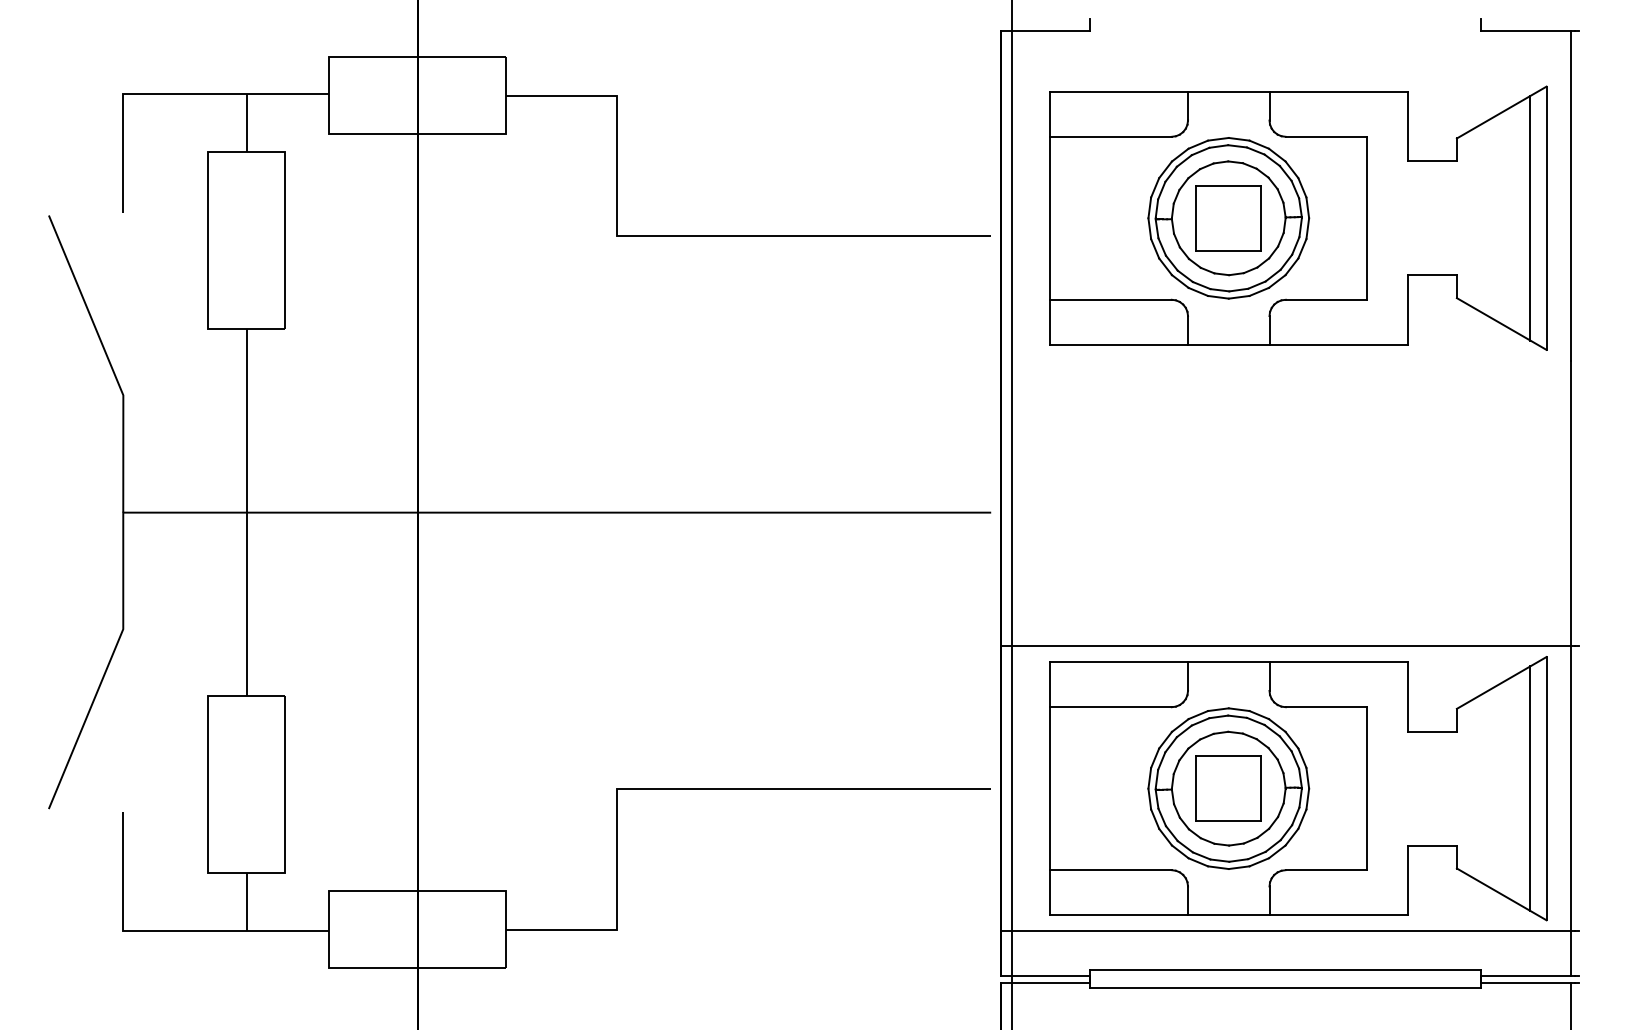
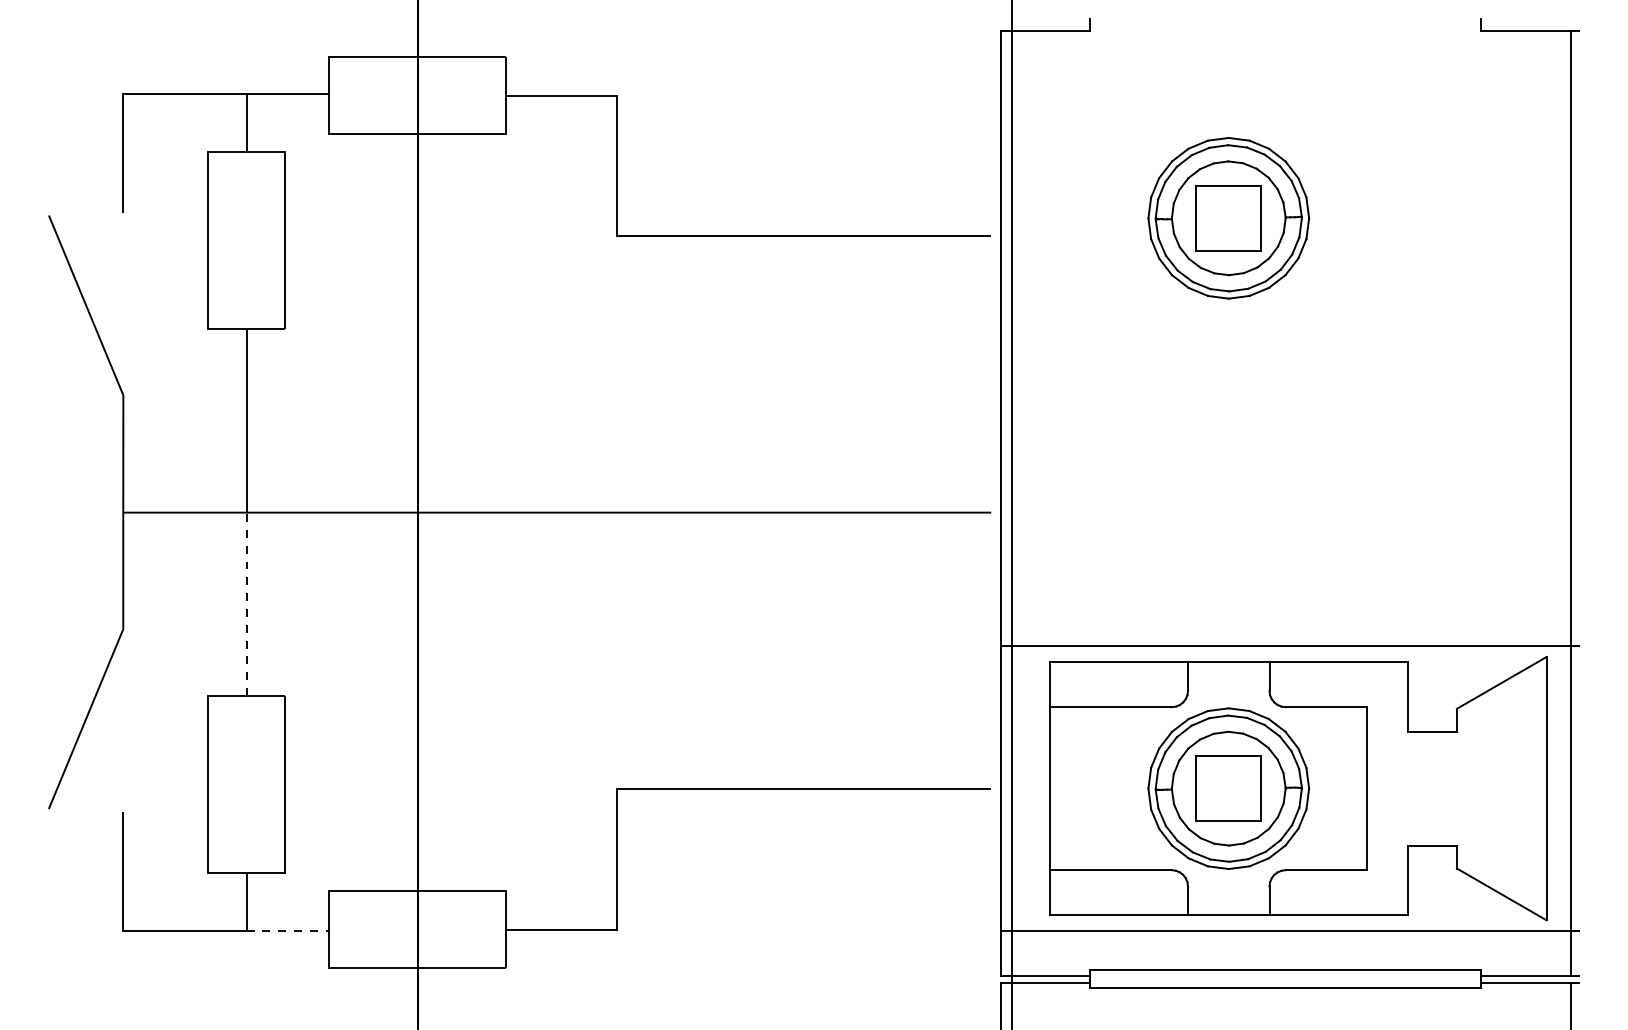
part at (1298, 217): present -> none
line at (246, 604): solid -> dashed
line at (1530, 788): present -> none
line at (288, 931): solid -> dashed
